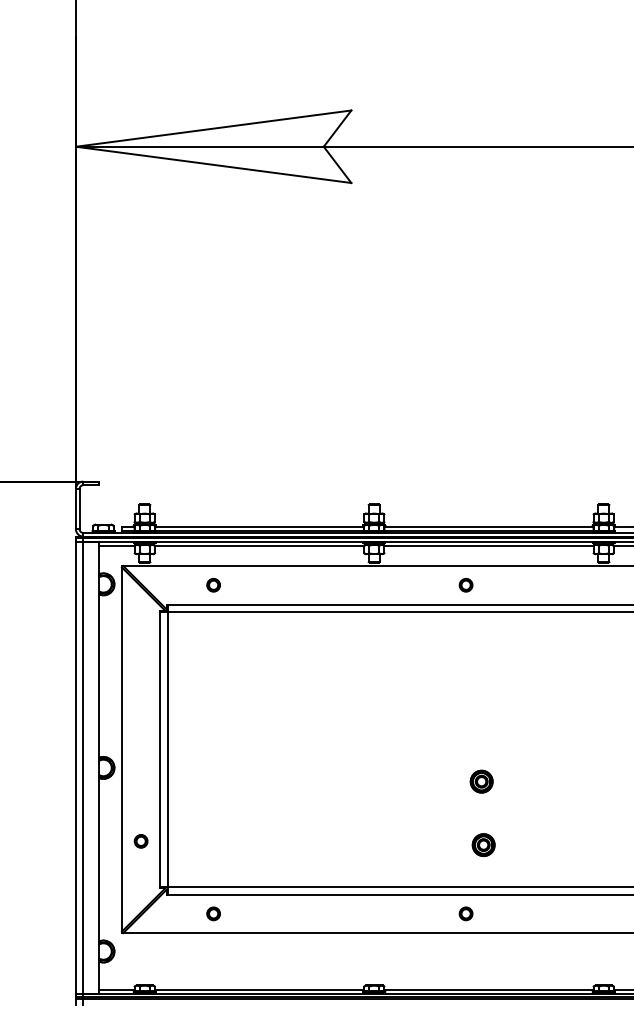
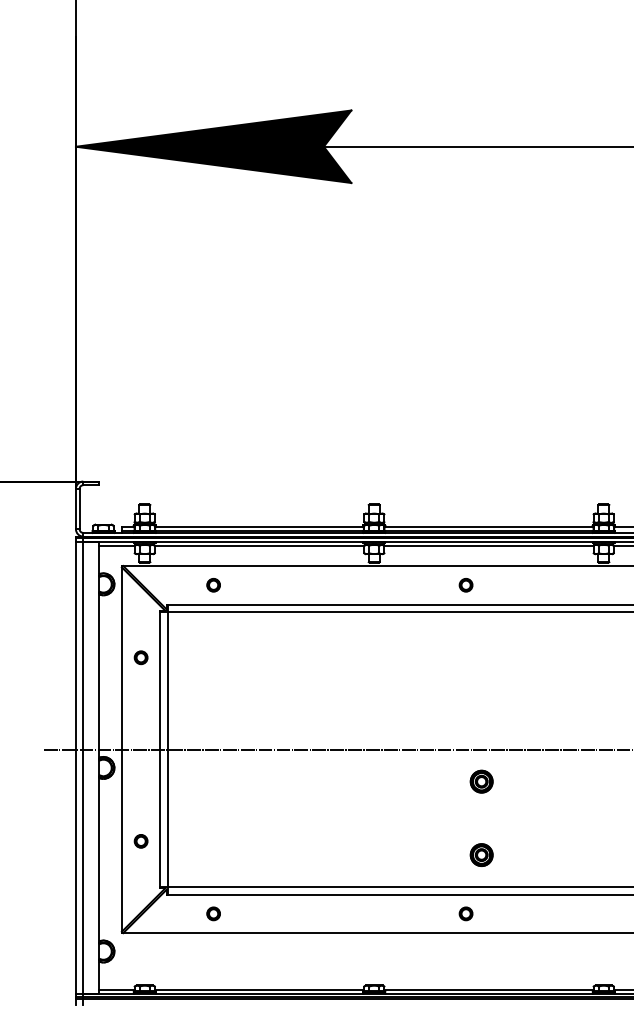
fill at (213, 146): none -> present
part at (140, 657): none -> present
line at (336, 749): none -> present
part at (483, 844) position: (483, 844) -> (481, 854)
